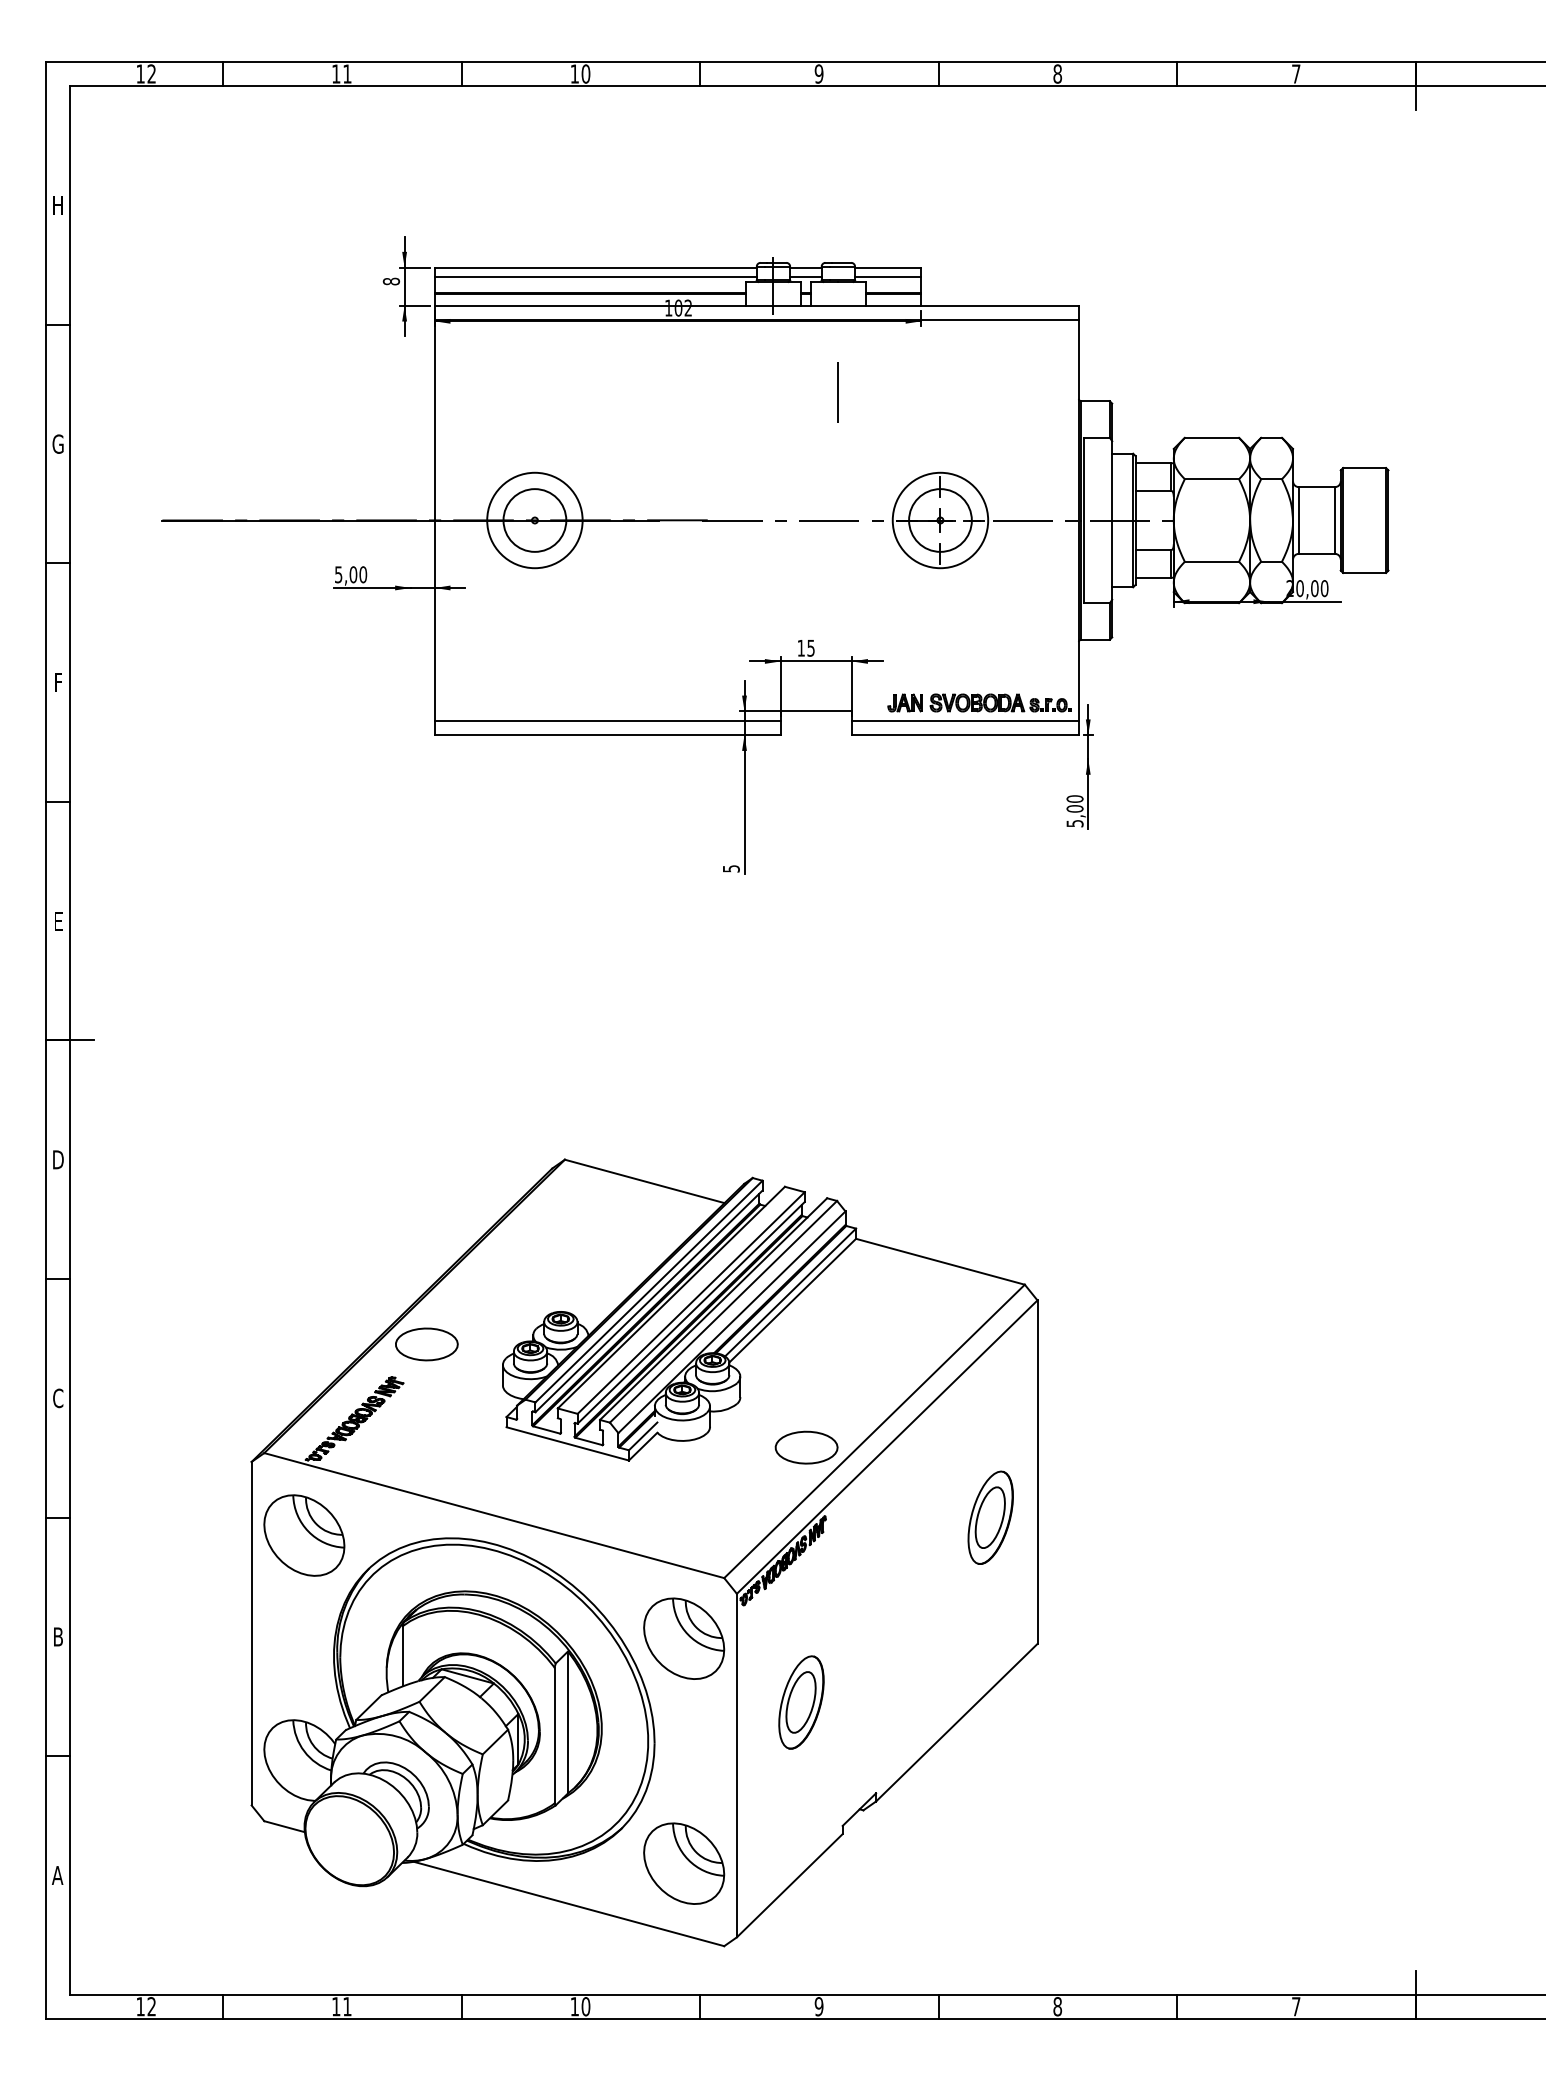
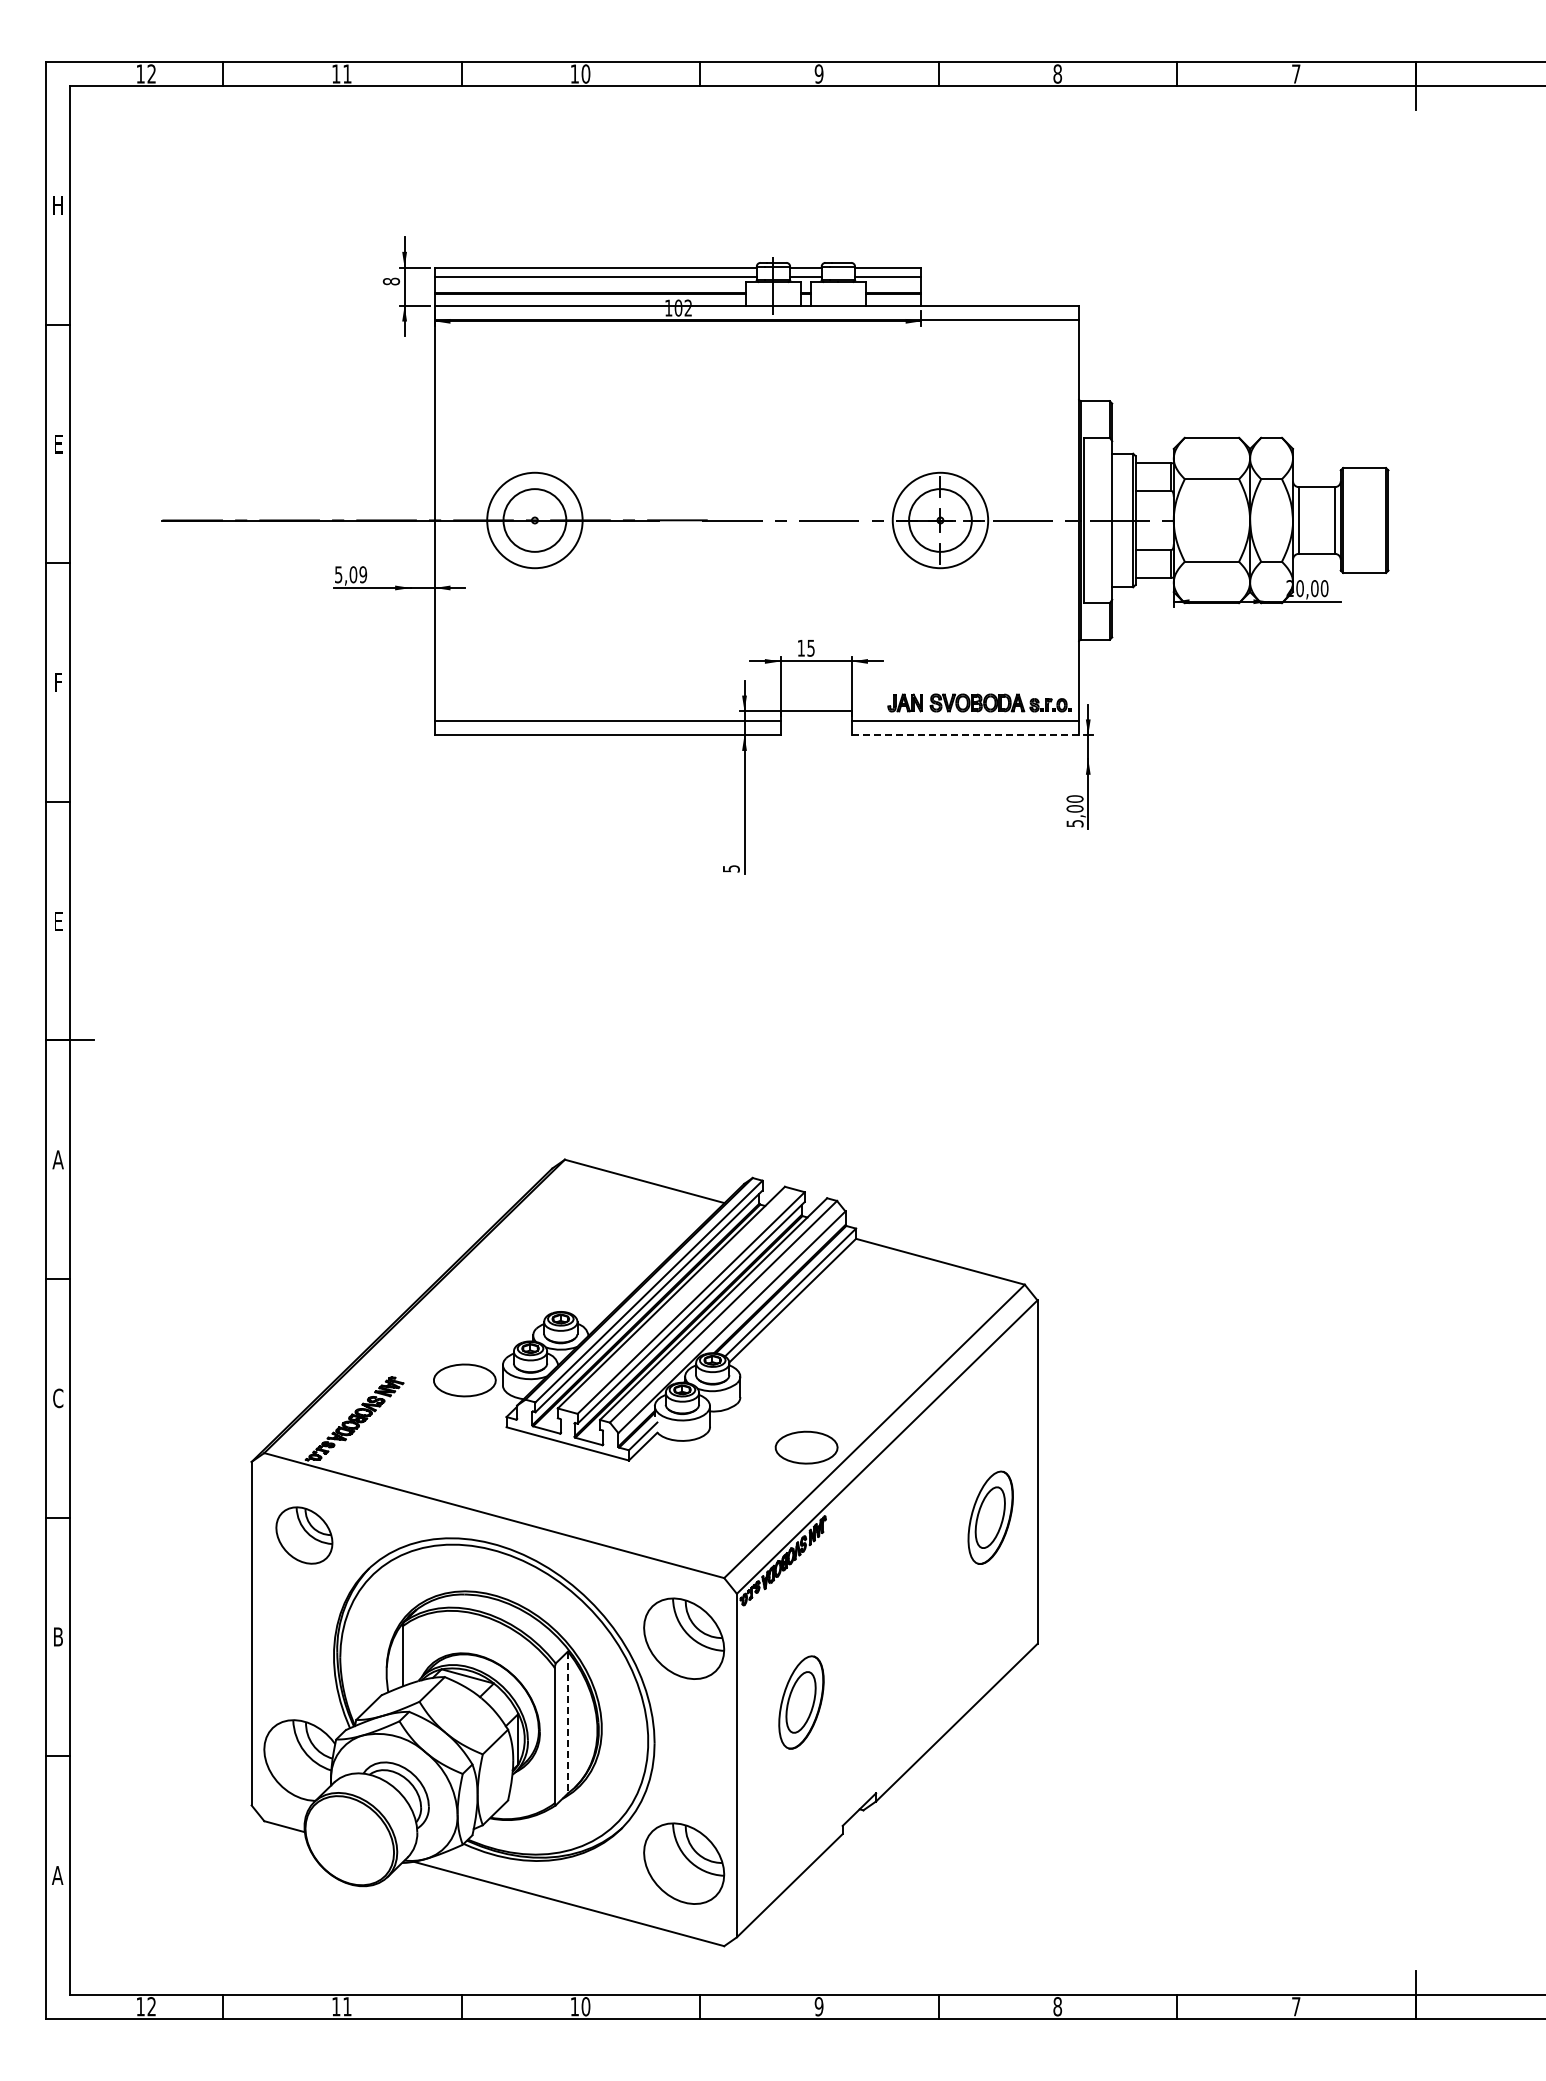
line at (838, 392): present -> none
text at (57, 443): G -> E
text at (362, 574): 5,00 -> 5,09
line at (966, 735): solid -> dashed
text at (57, 1159): D -> A
part at (426, 1344) position: (426, 1344) -> (464, 1380)
part at (304, 1535) size: 83x83 px -> 59x59 px
line at (568, 1722): solid -> dashed
